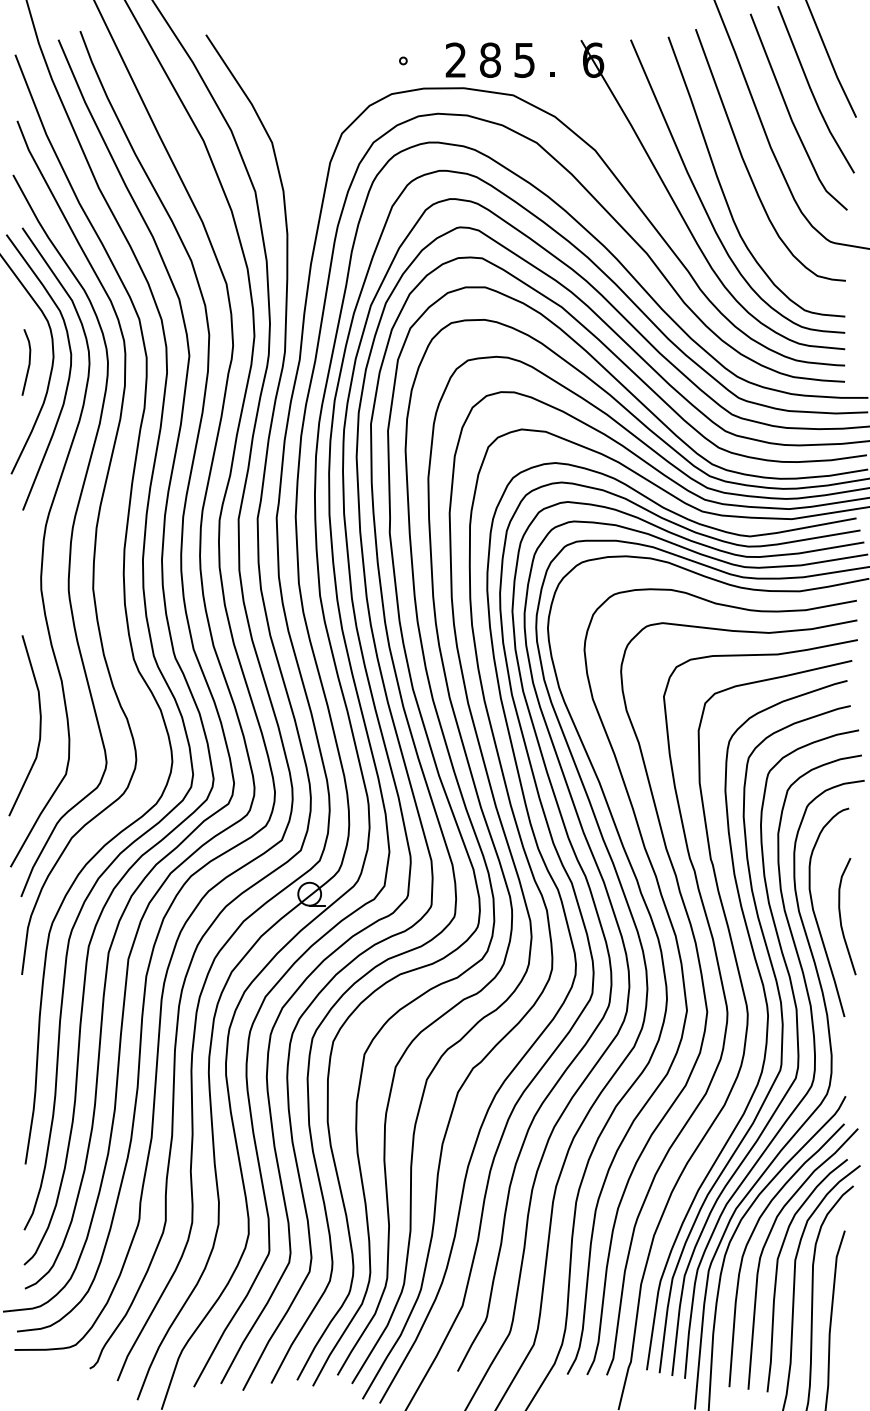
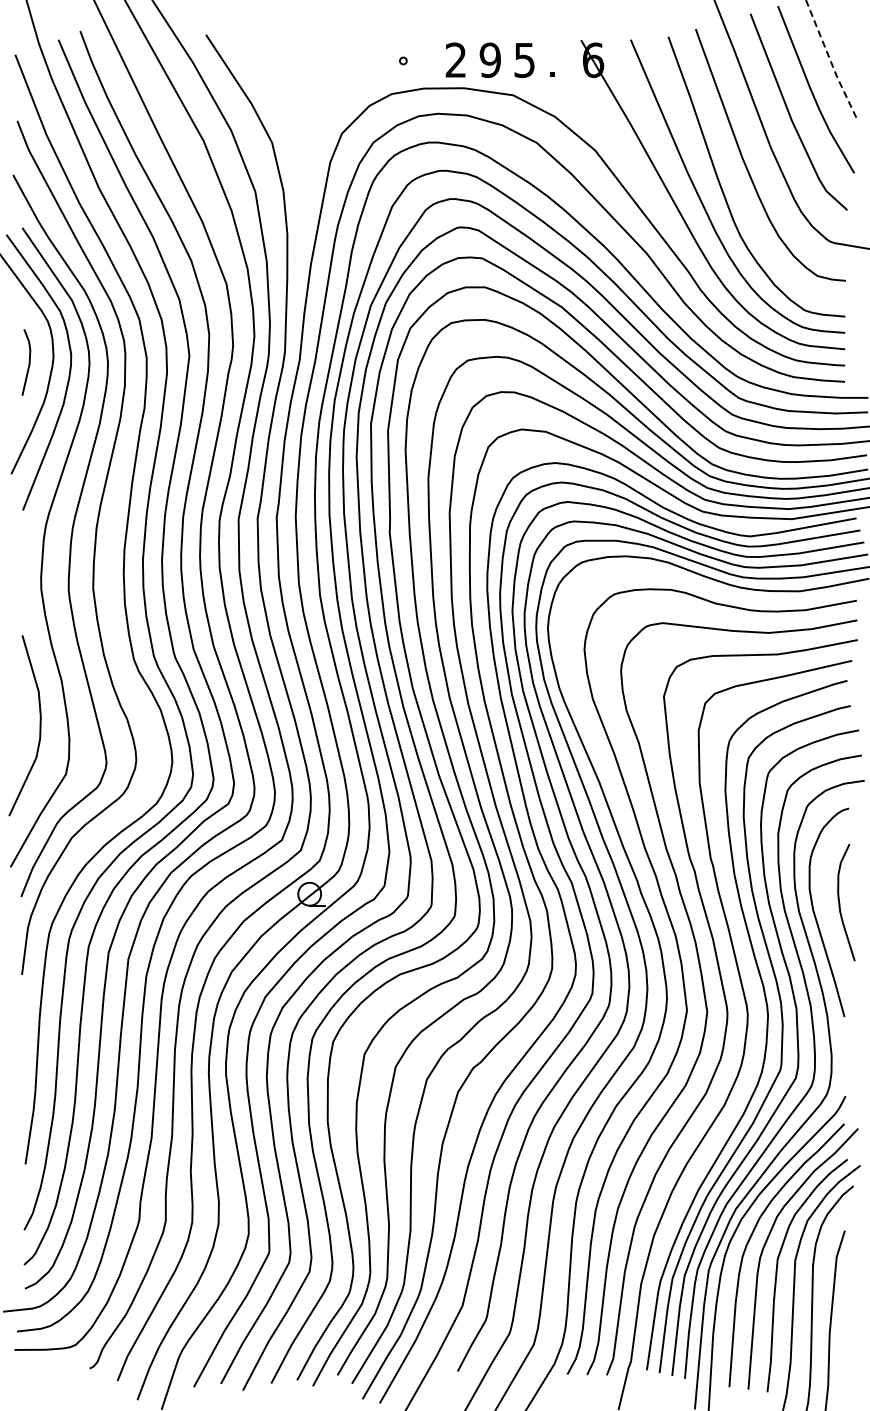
text at (489, 59): 8 -> 9
line at (830, 59): solid -> dashed
curve at (841, 916) position: (841, 916) -> (840, 902)
